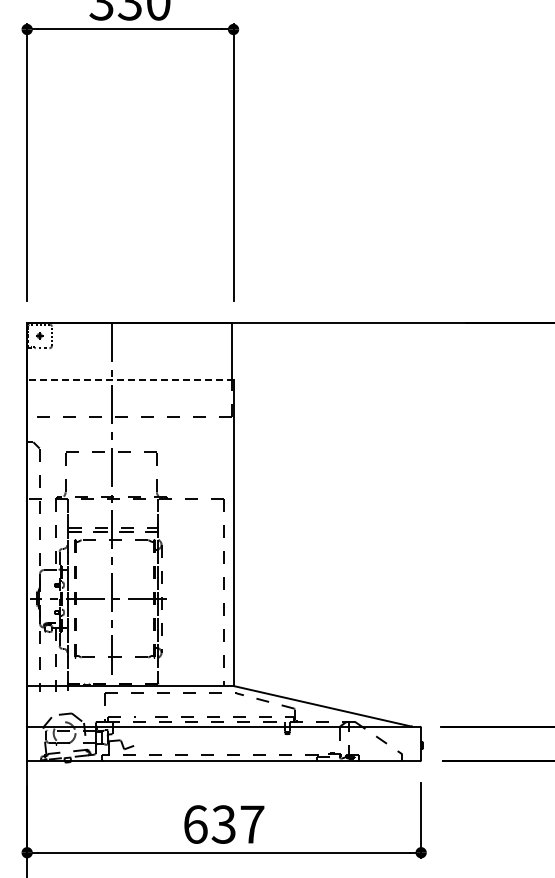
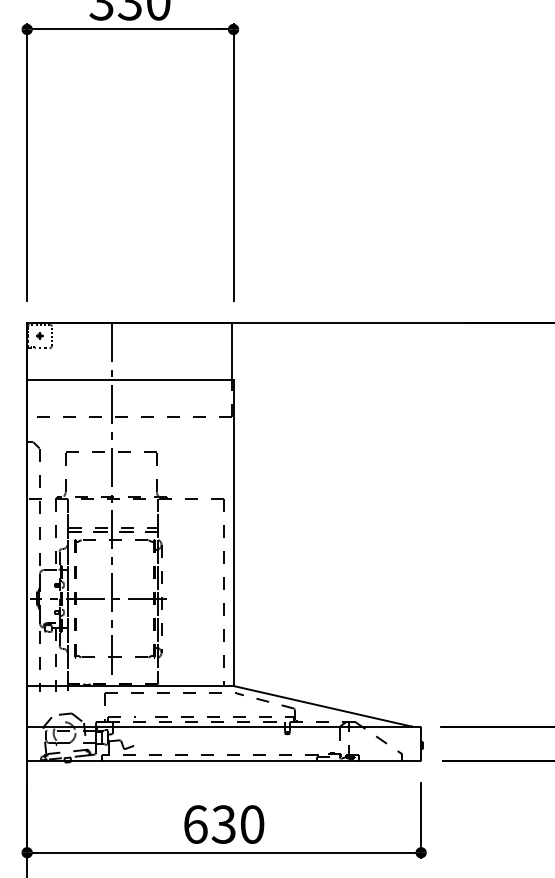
line at (129, 379): dashed -> solid
text at (252, 824): 637 -> 630
